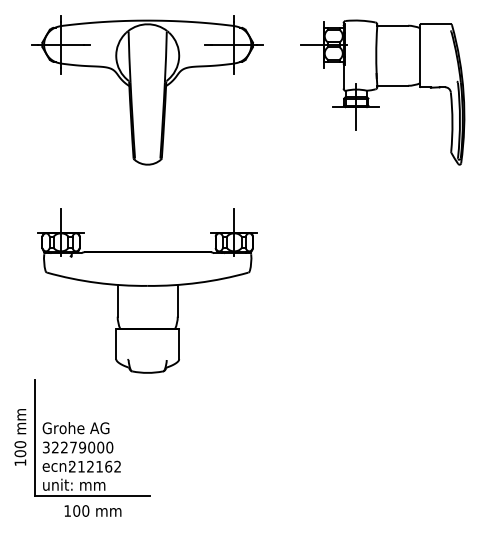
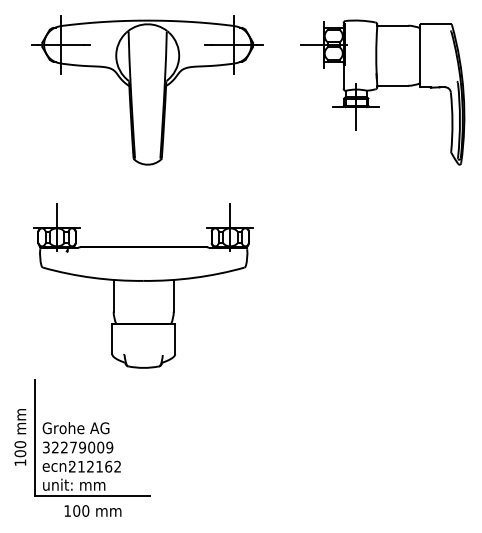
part at (147, 290) position: (147, 290) -> (143, 285)
text at (109, 447): 32279000 -> 32279009
